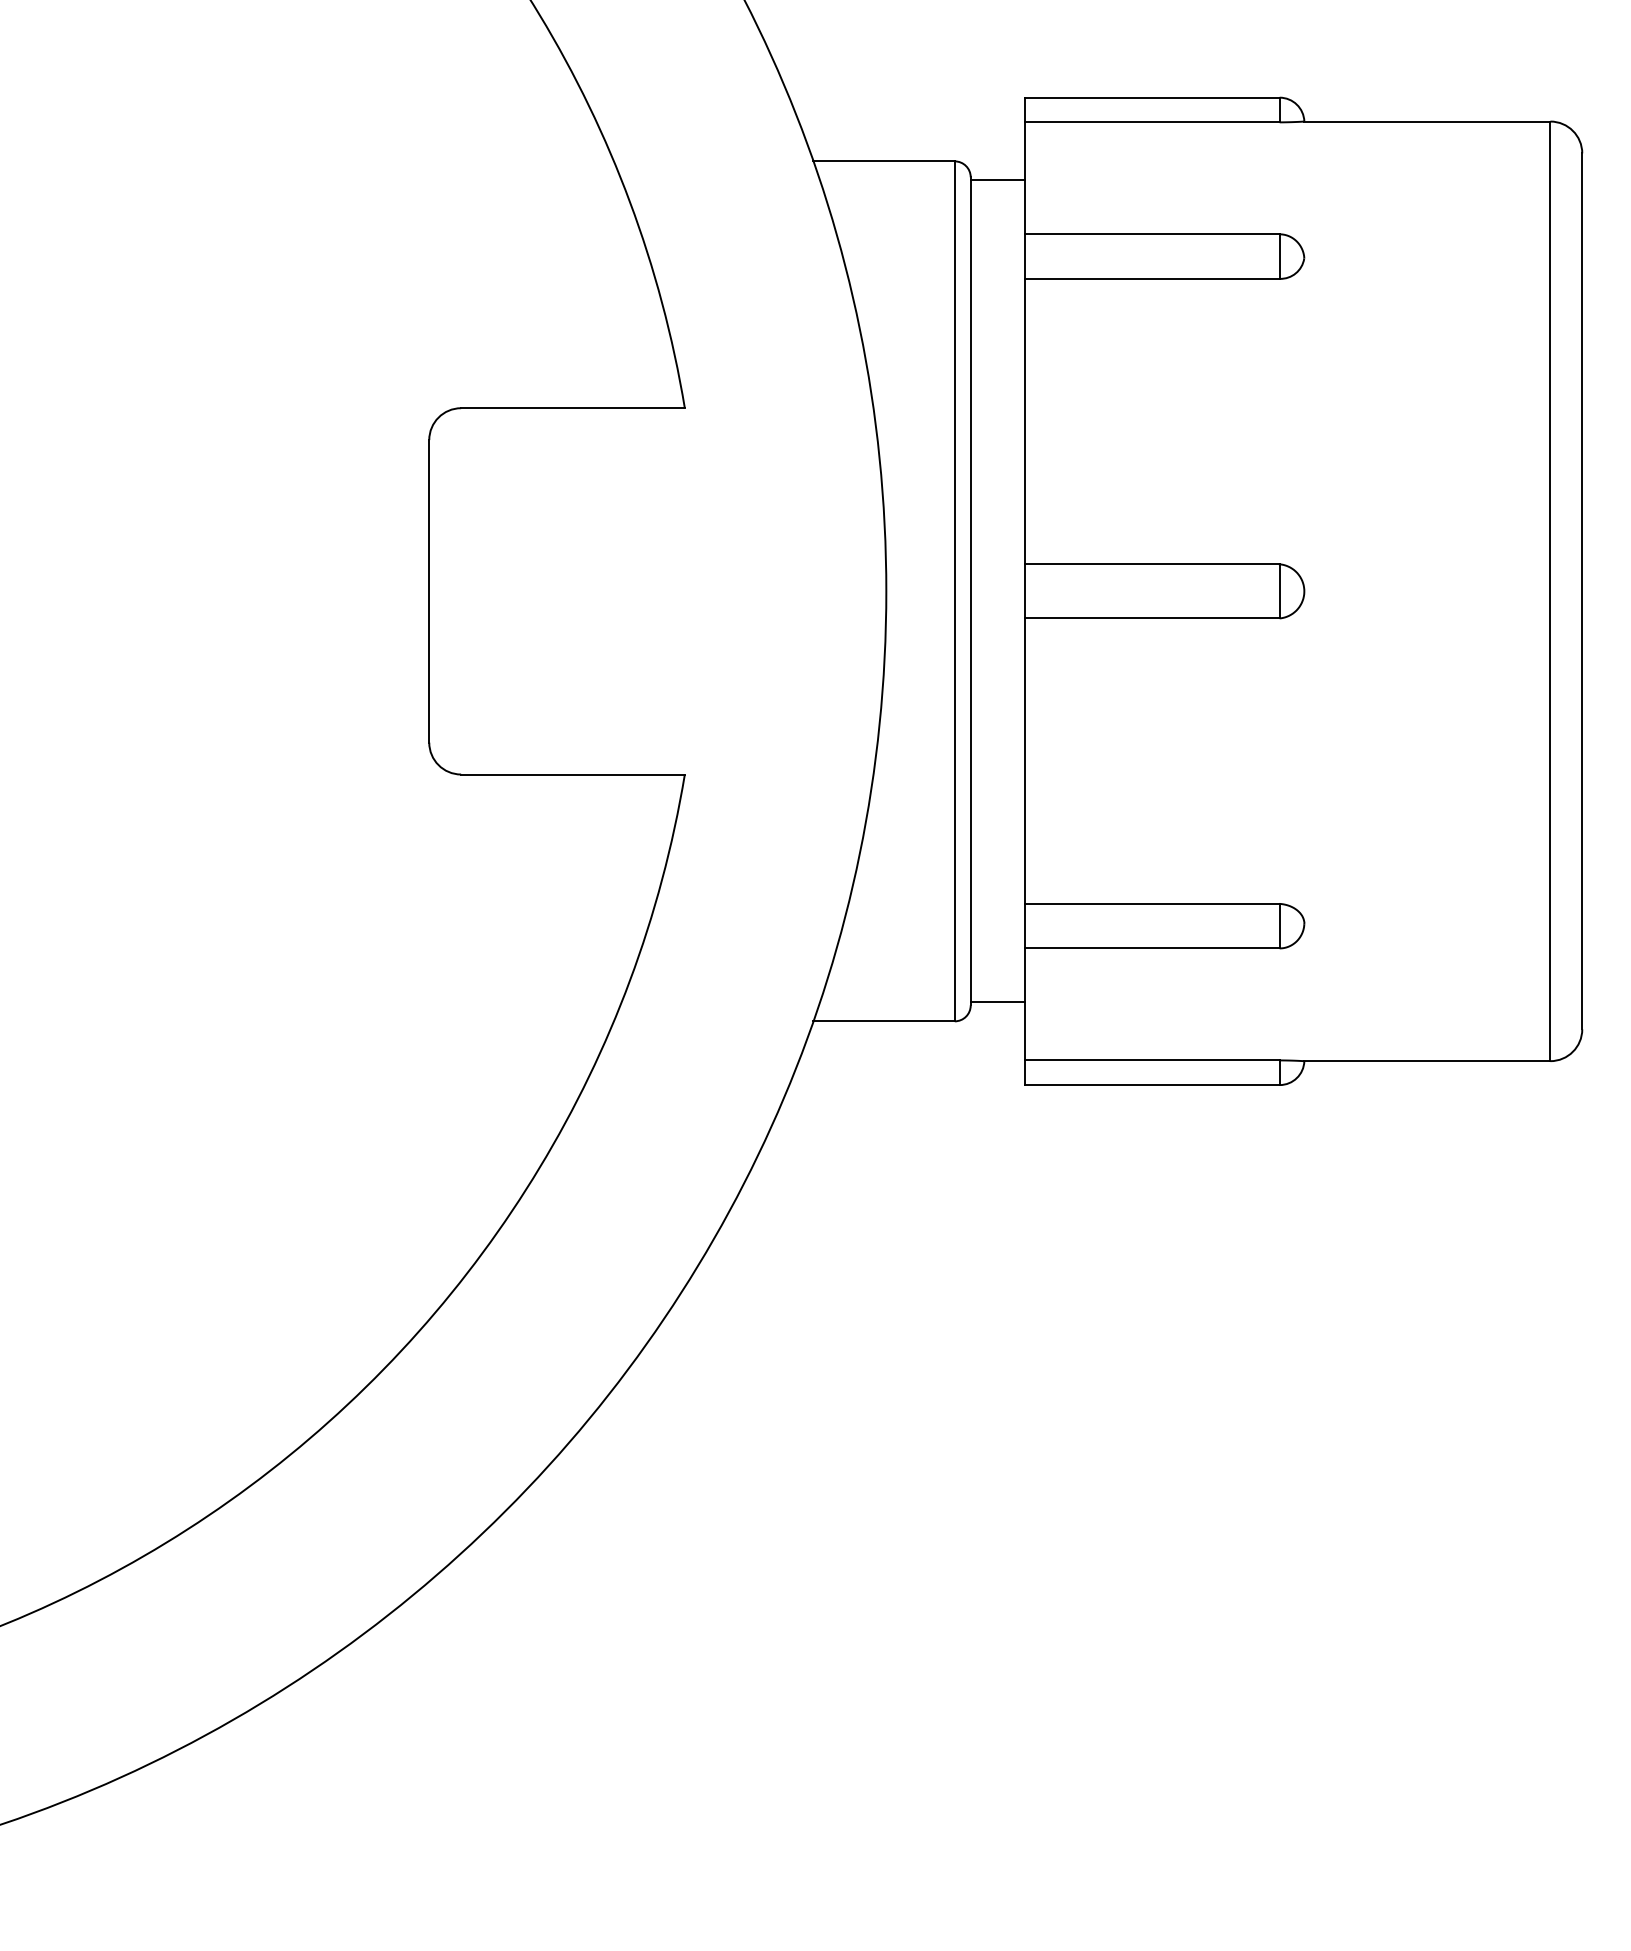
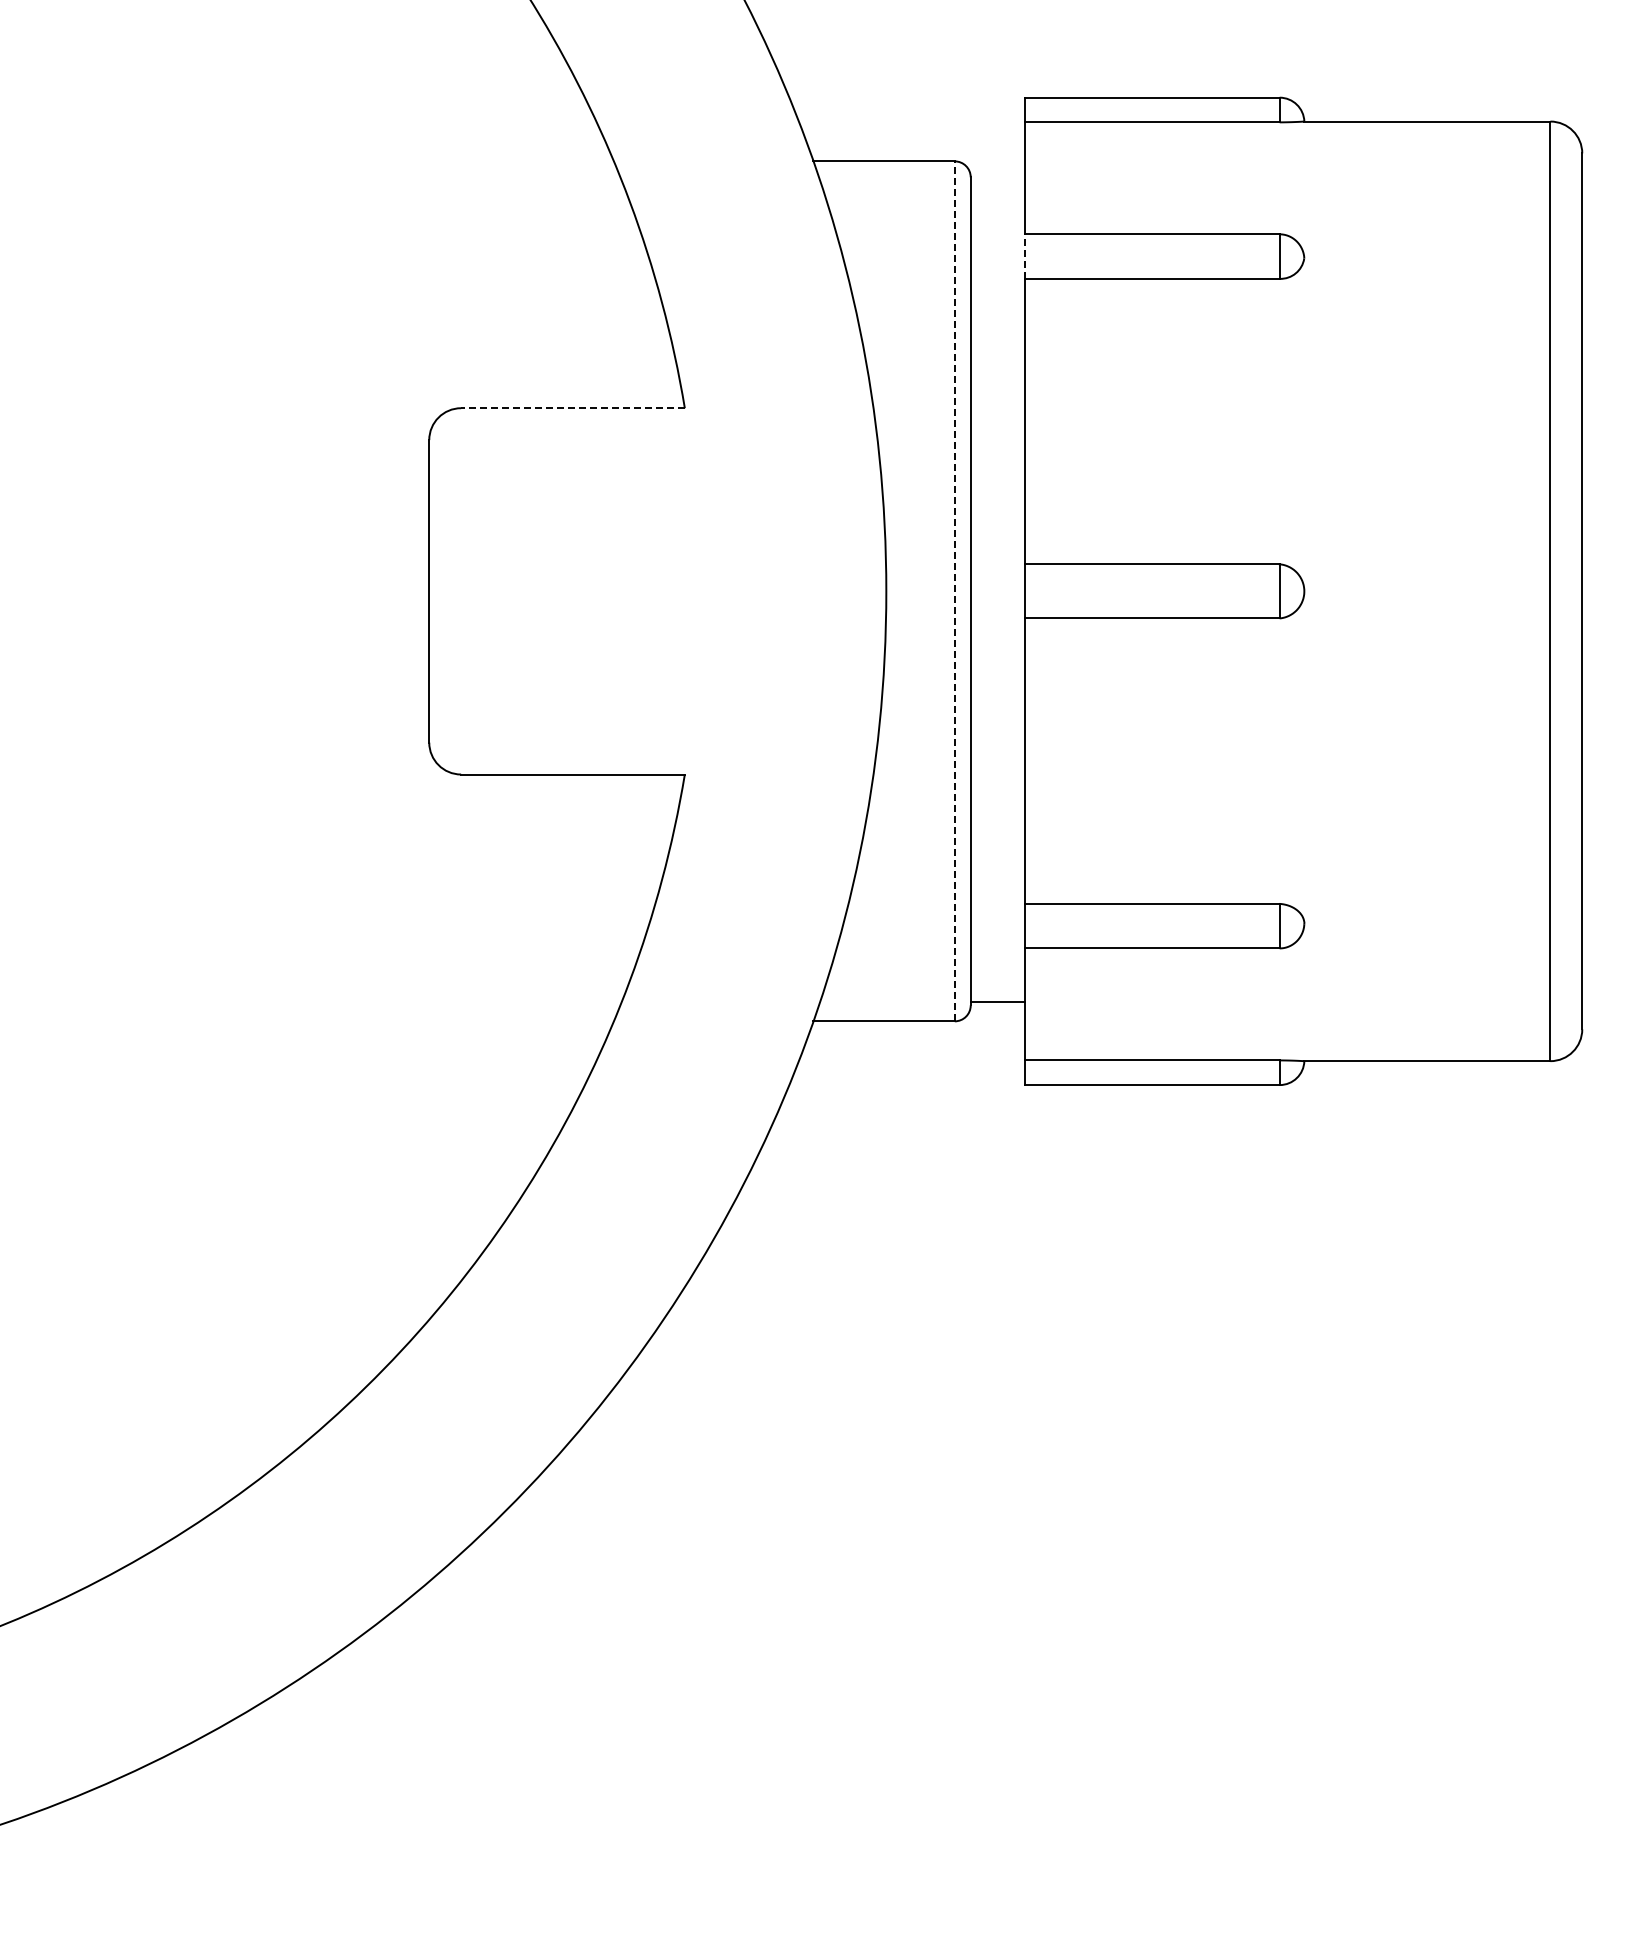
line at (997, 180): present -> none
line at (1024, 256): solid -> dashed
line at (573, 408): solid -> dashed
line at (954, 591): solid -> dashed
